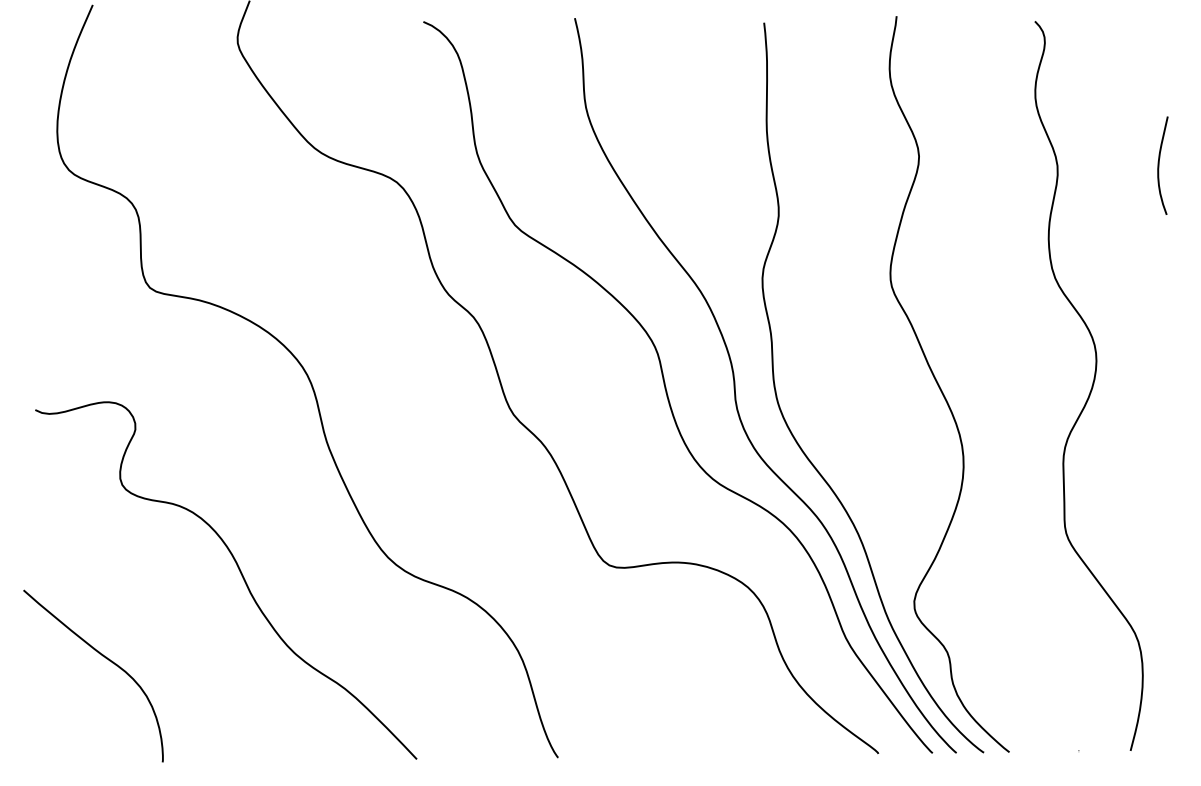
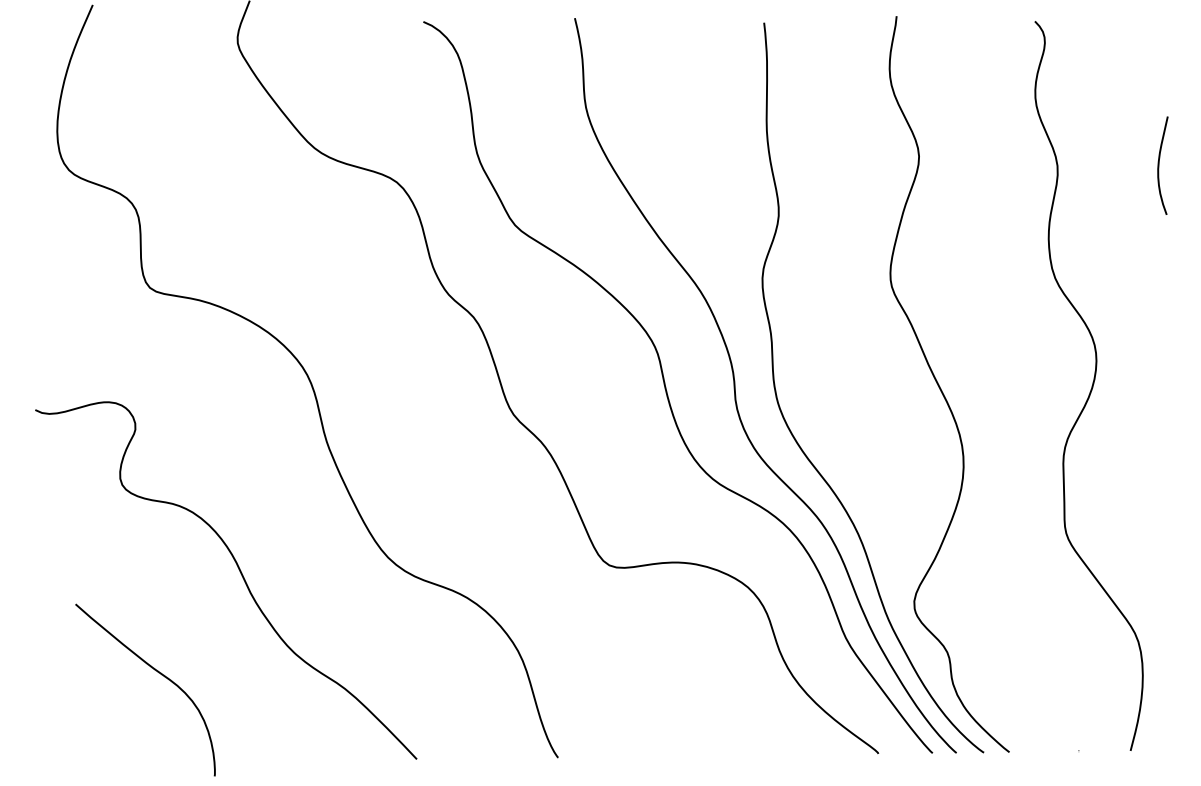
curve at (106, 659) position: (106, 659) -> (158, 673)
